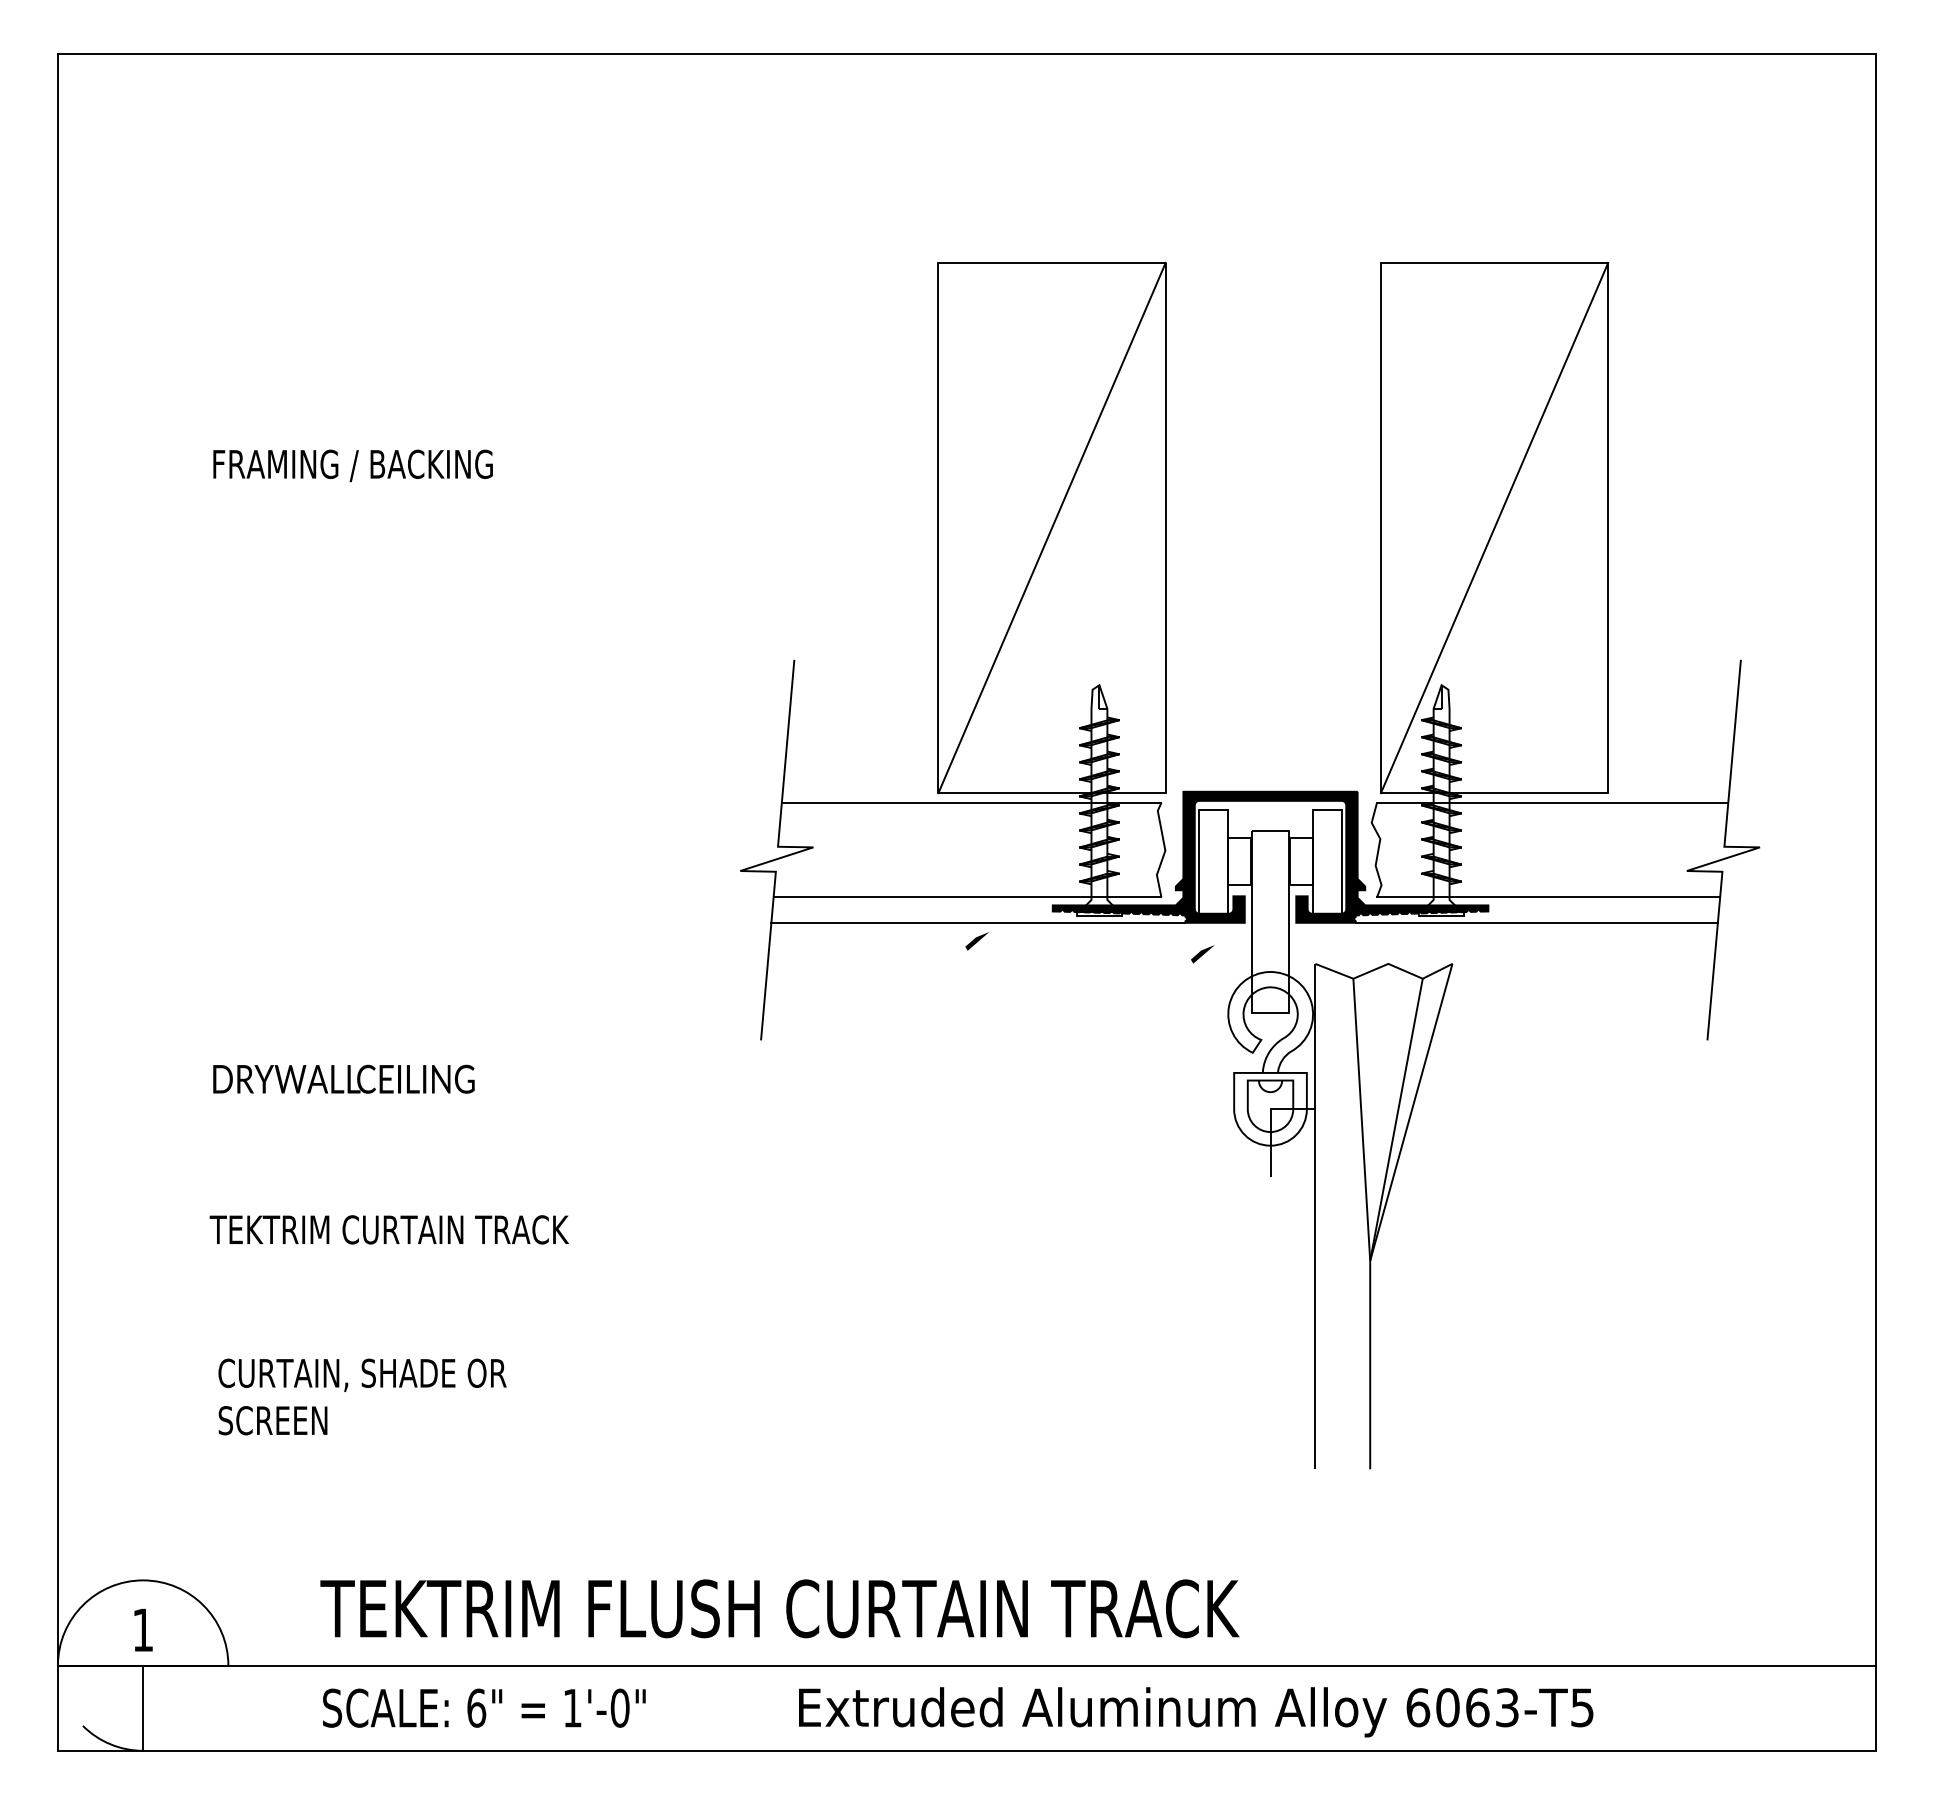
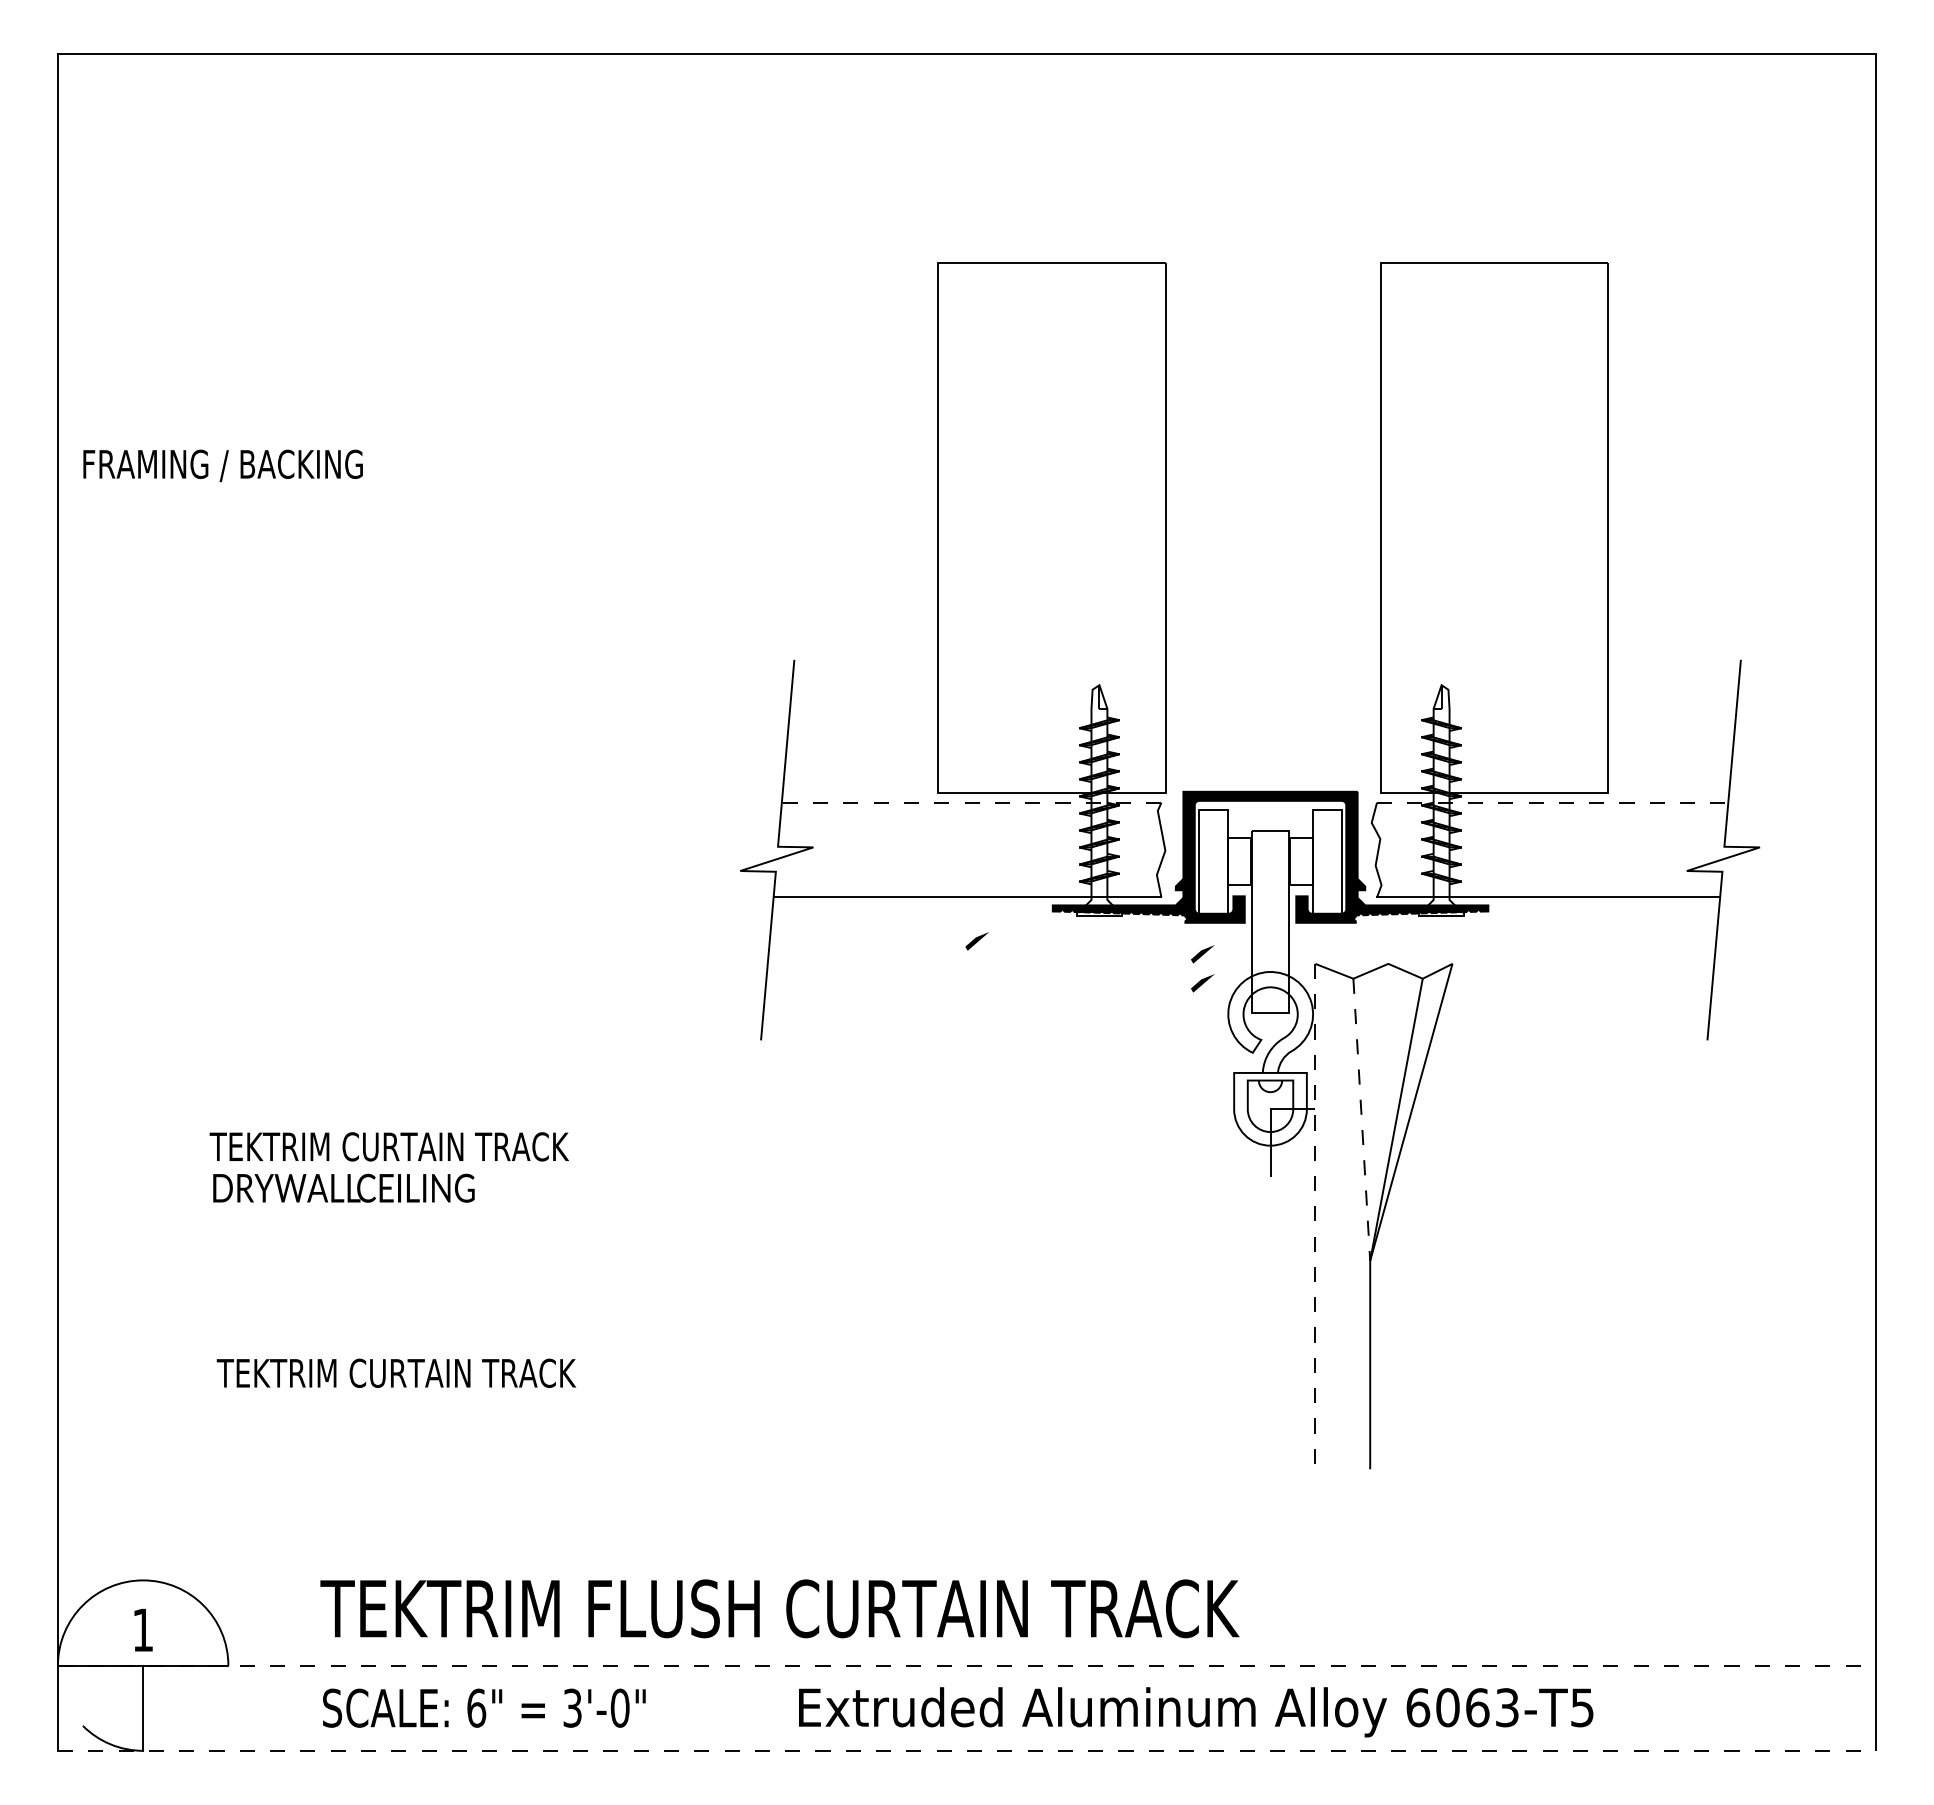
text at (352, 465) position: (352, 465) -> (222, 465)
line at (1051, 527): present -> none
line at (1494, 527): present -> none
line at (971, 802): solid -> dashed
line at (1552, 802): solid -> dashed
line at (978, 922): present -> none
line at (1536, 922): present -> none
line at (1202, 983): none -> present
text at (343, 1078) position: (343, 1078) -> (343, 1187)
line at (1361, 1120): solid -> dashed
line at (1315, 1216): solid -> dashed
text at (388, 1229) position: (388, 1229) -> (388, 1146)
text at (396, 1396): CURTAIN, SHADE OR SCREEN -> TEKTRIM CURTAIN TRACK
line at (967, 1665): solid -> dashed
text at (572, 1707): 1'-0" -> 3'-0"
line at (967, 1750): solid -> dashed
